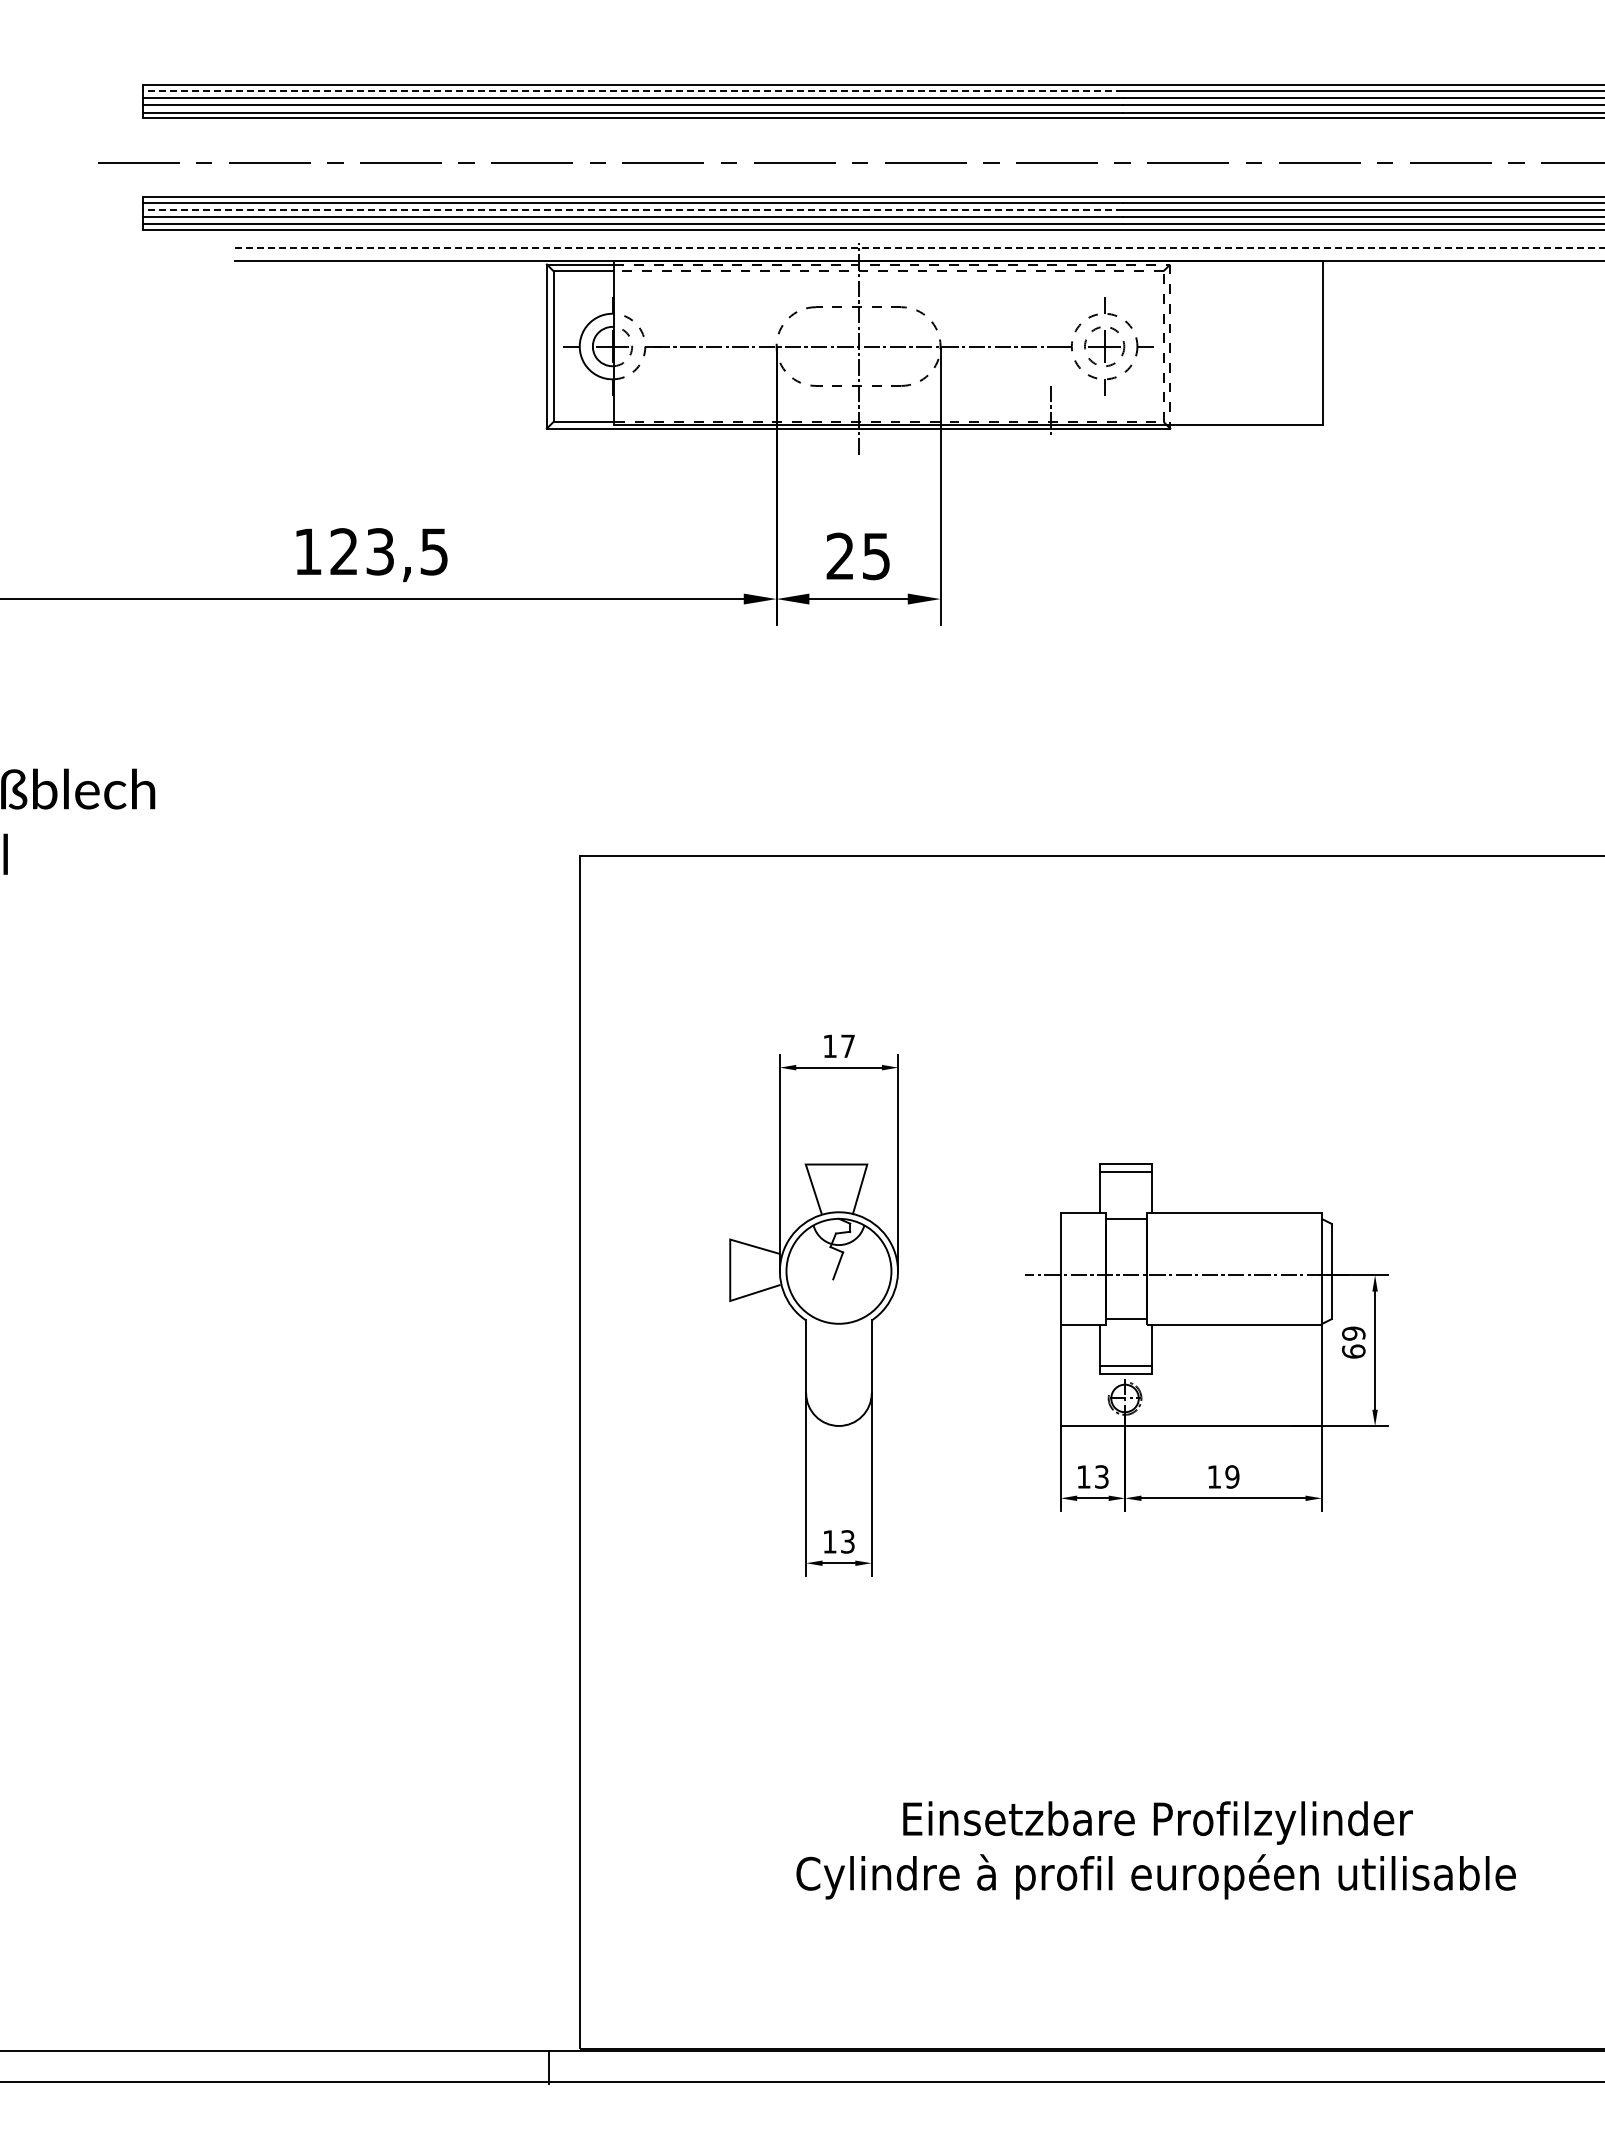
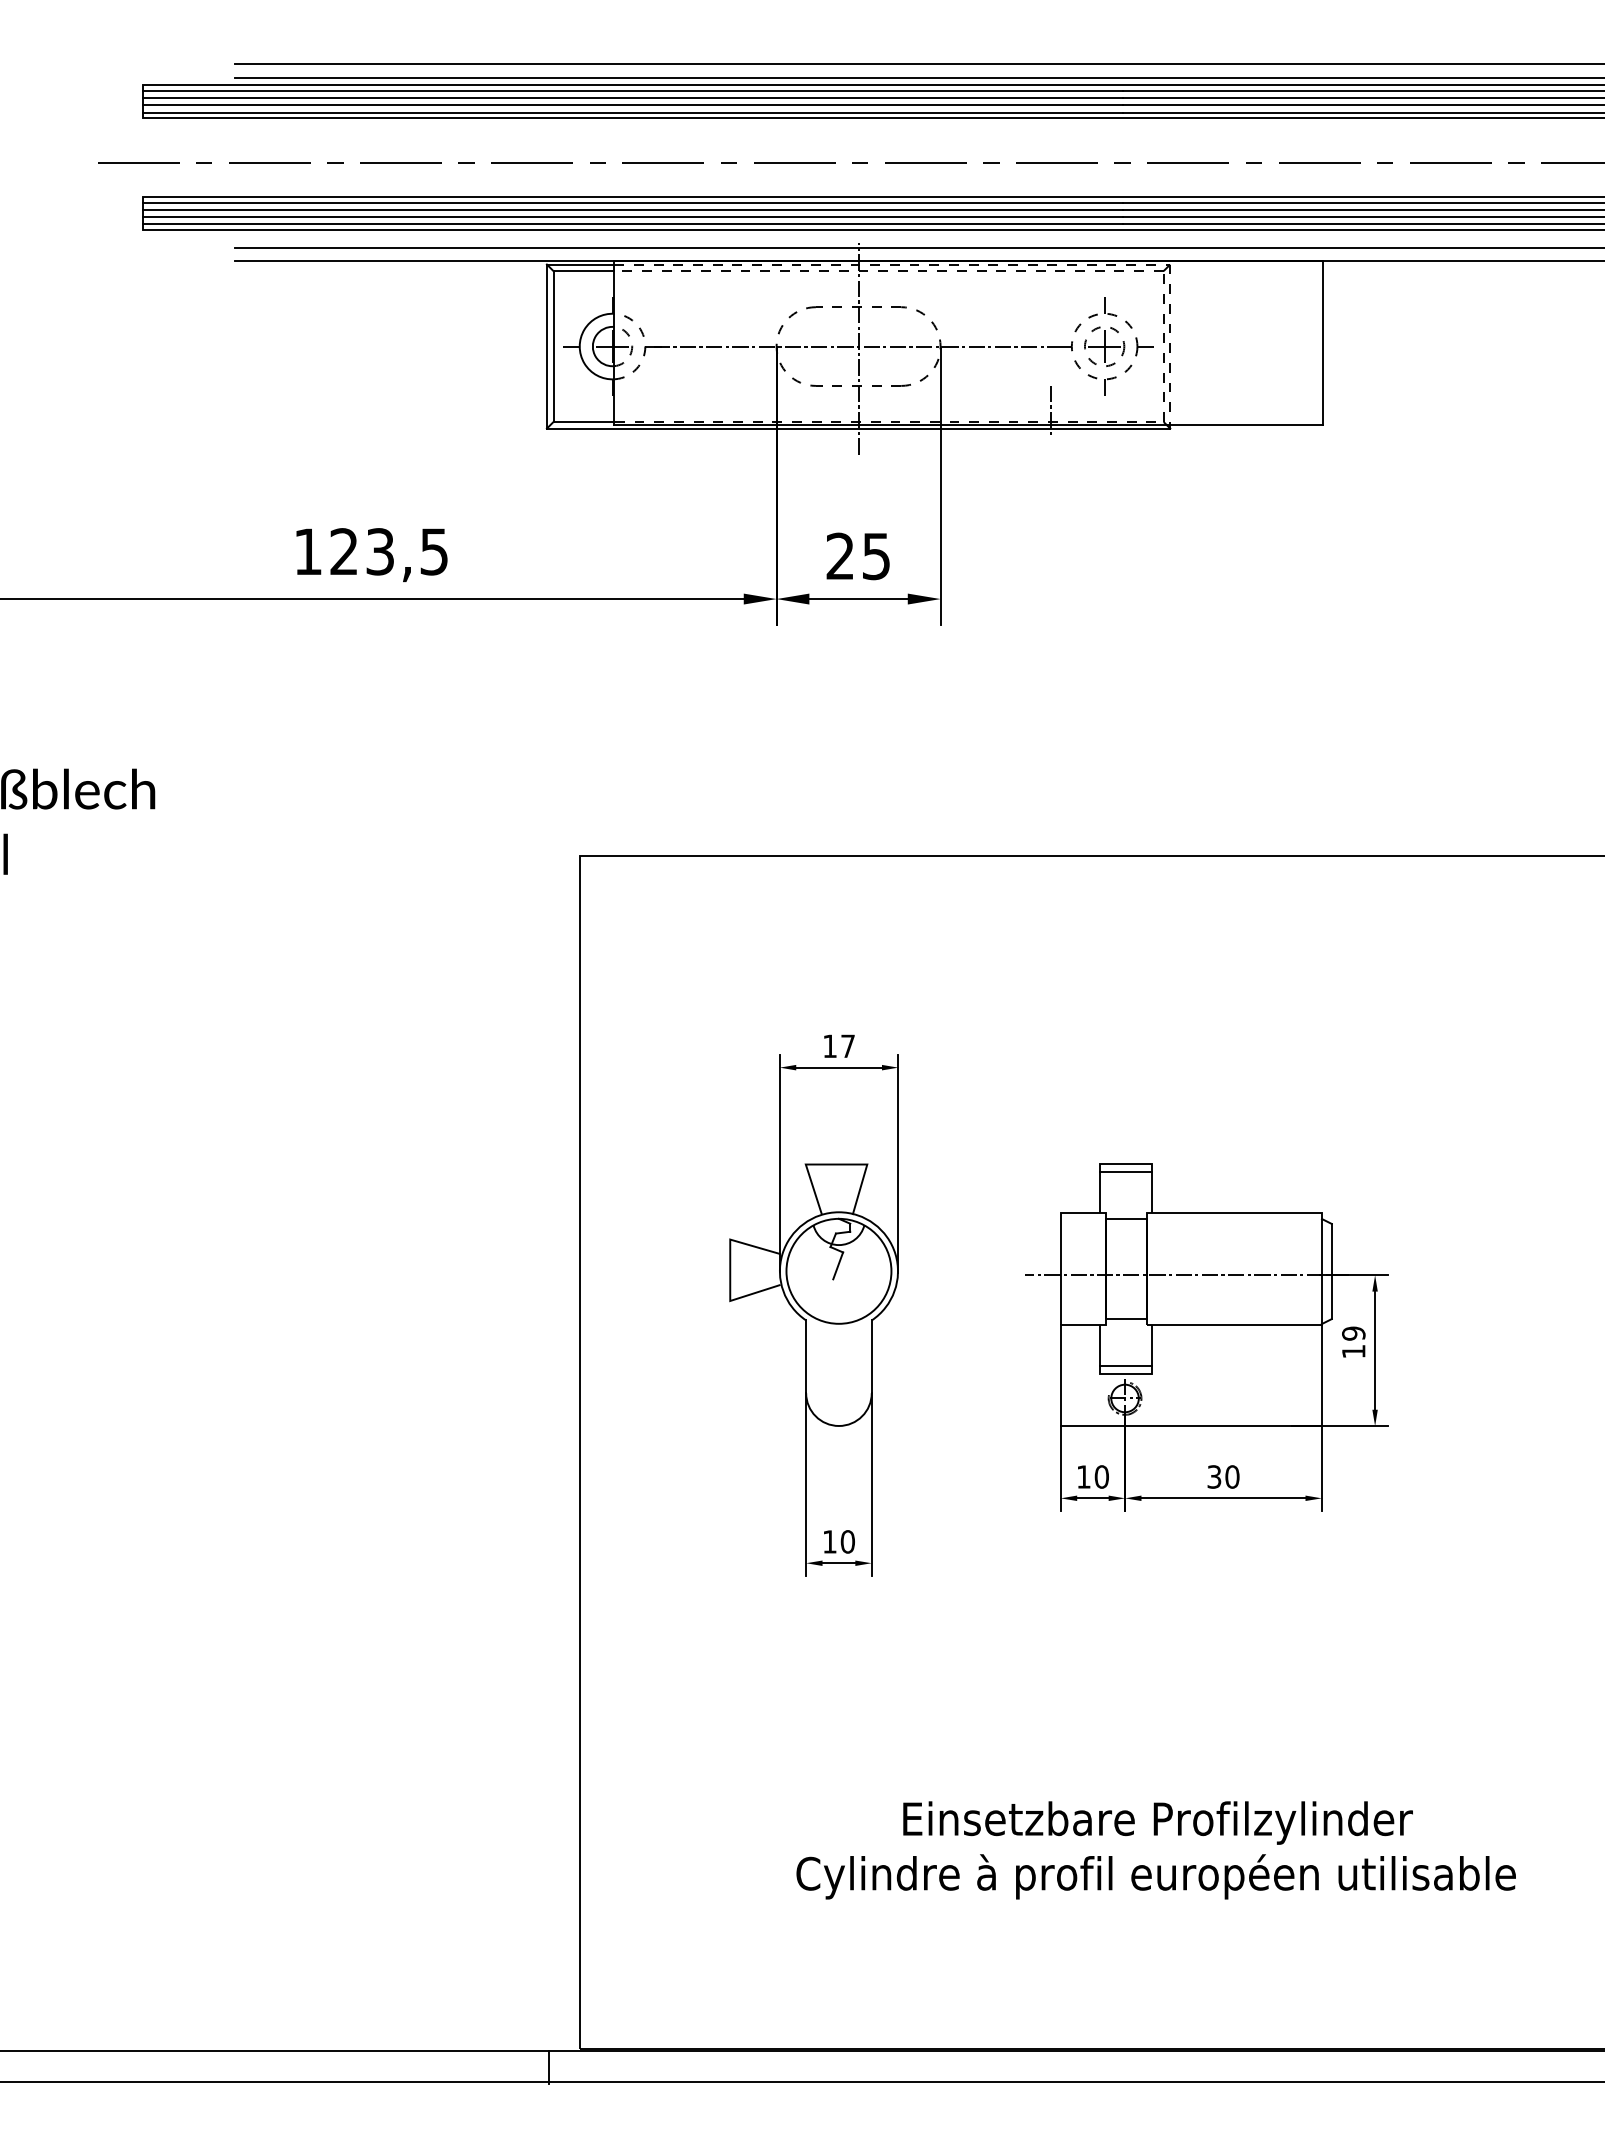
line at (918, 64): none -> present
line at (918, 77): none -> present
line at (633, 91): dashed -> solid
line at (633, 210): dashed -> solid
line at (919, 248): dashed -> solid
text at (1353, 1351): 69 -> 19
text at (1101, 1476): 13 -> 10
text at (1223, 1476): 19 -> 30
text at (847, 1541): 13 -> 10
